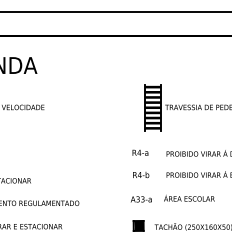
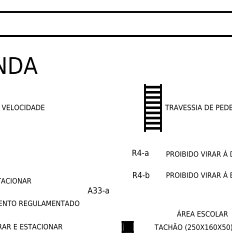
text at (189, 197) position: (189, 197) -> (202, 212)
text at (140, 199) position: (140, 199) -> (97, 190)
part at (138, 225) position: (138, 225) -> (127, 226)
